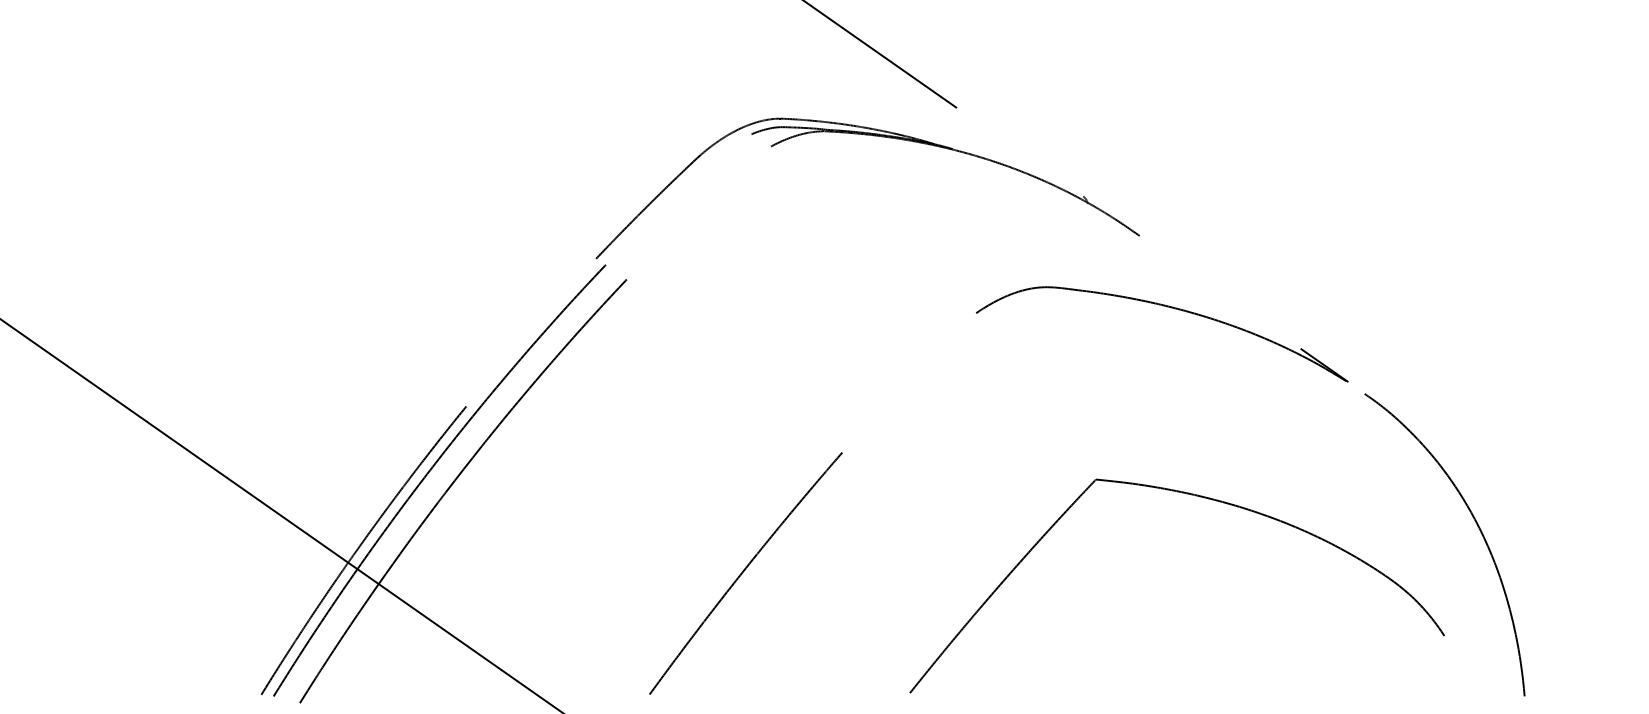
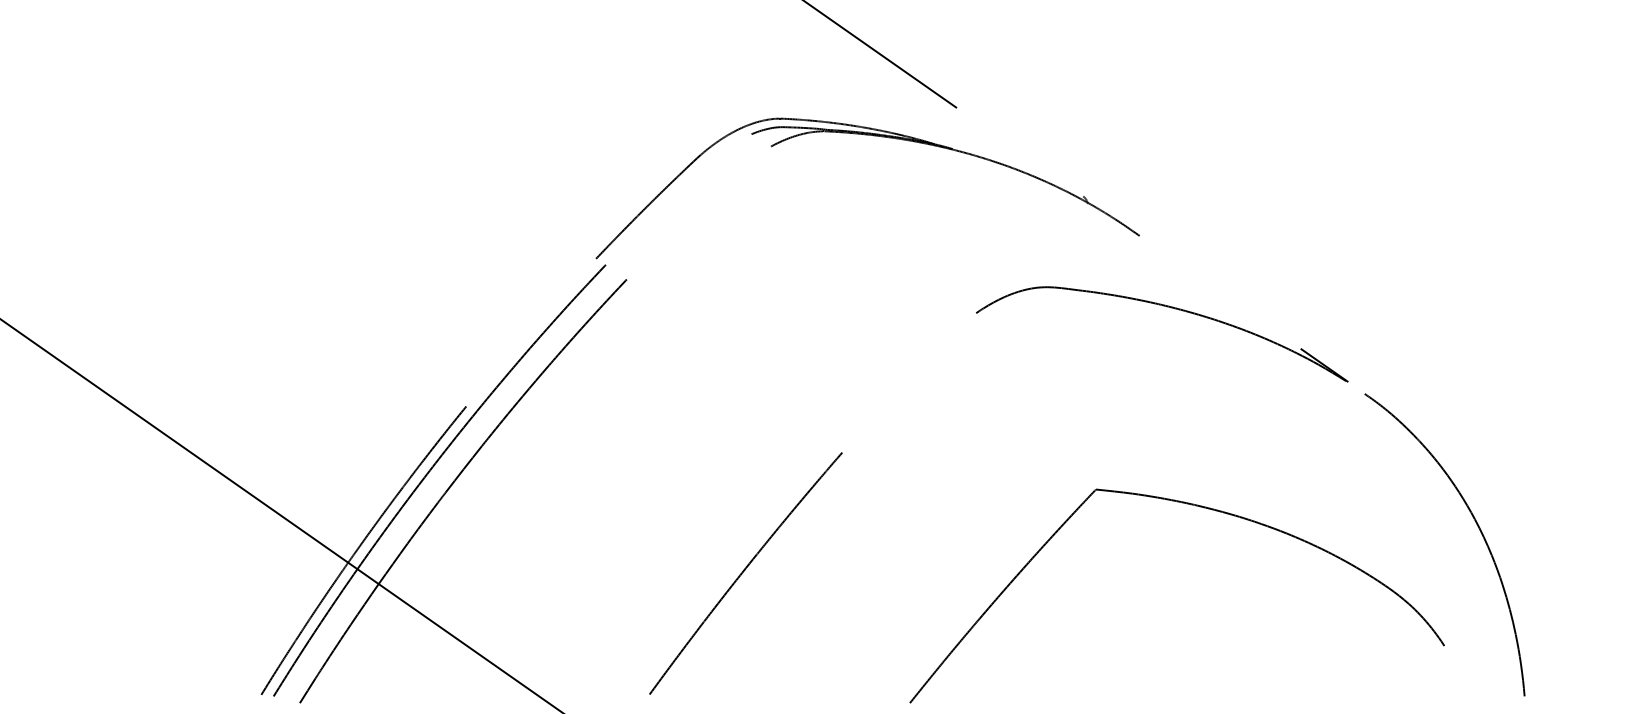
part at (1195, 496) position: (1195, 496) -> (1195, 506)
